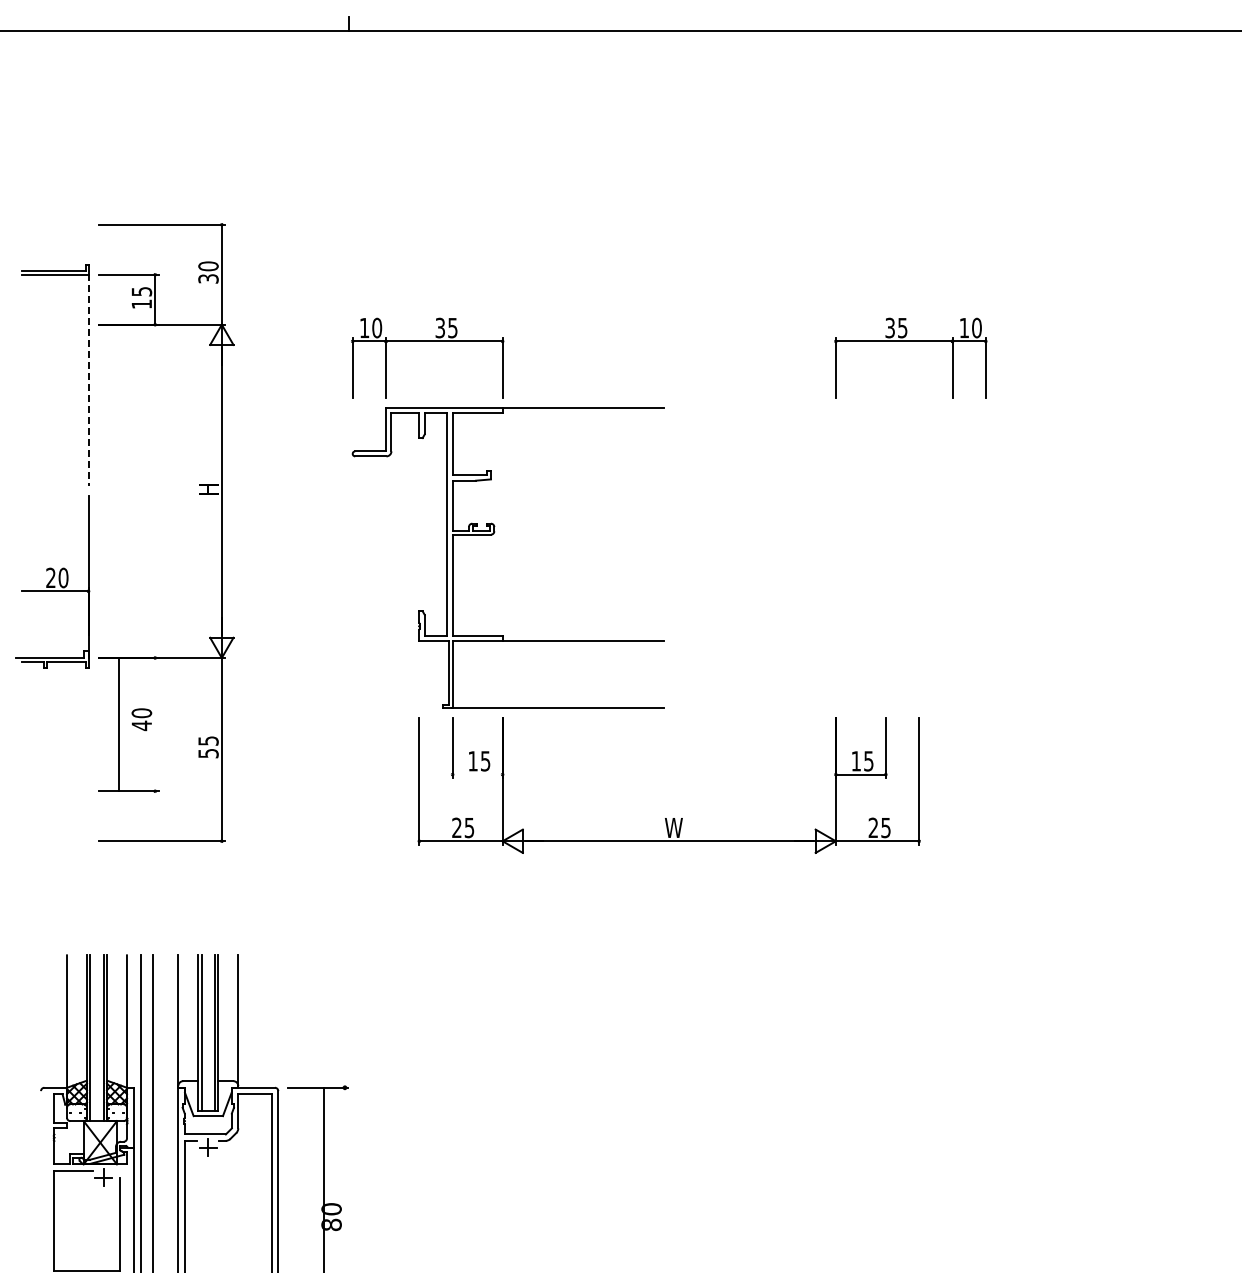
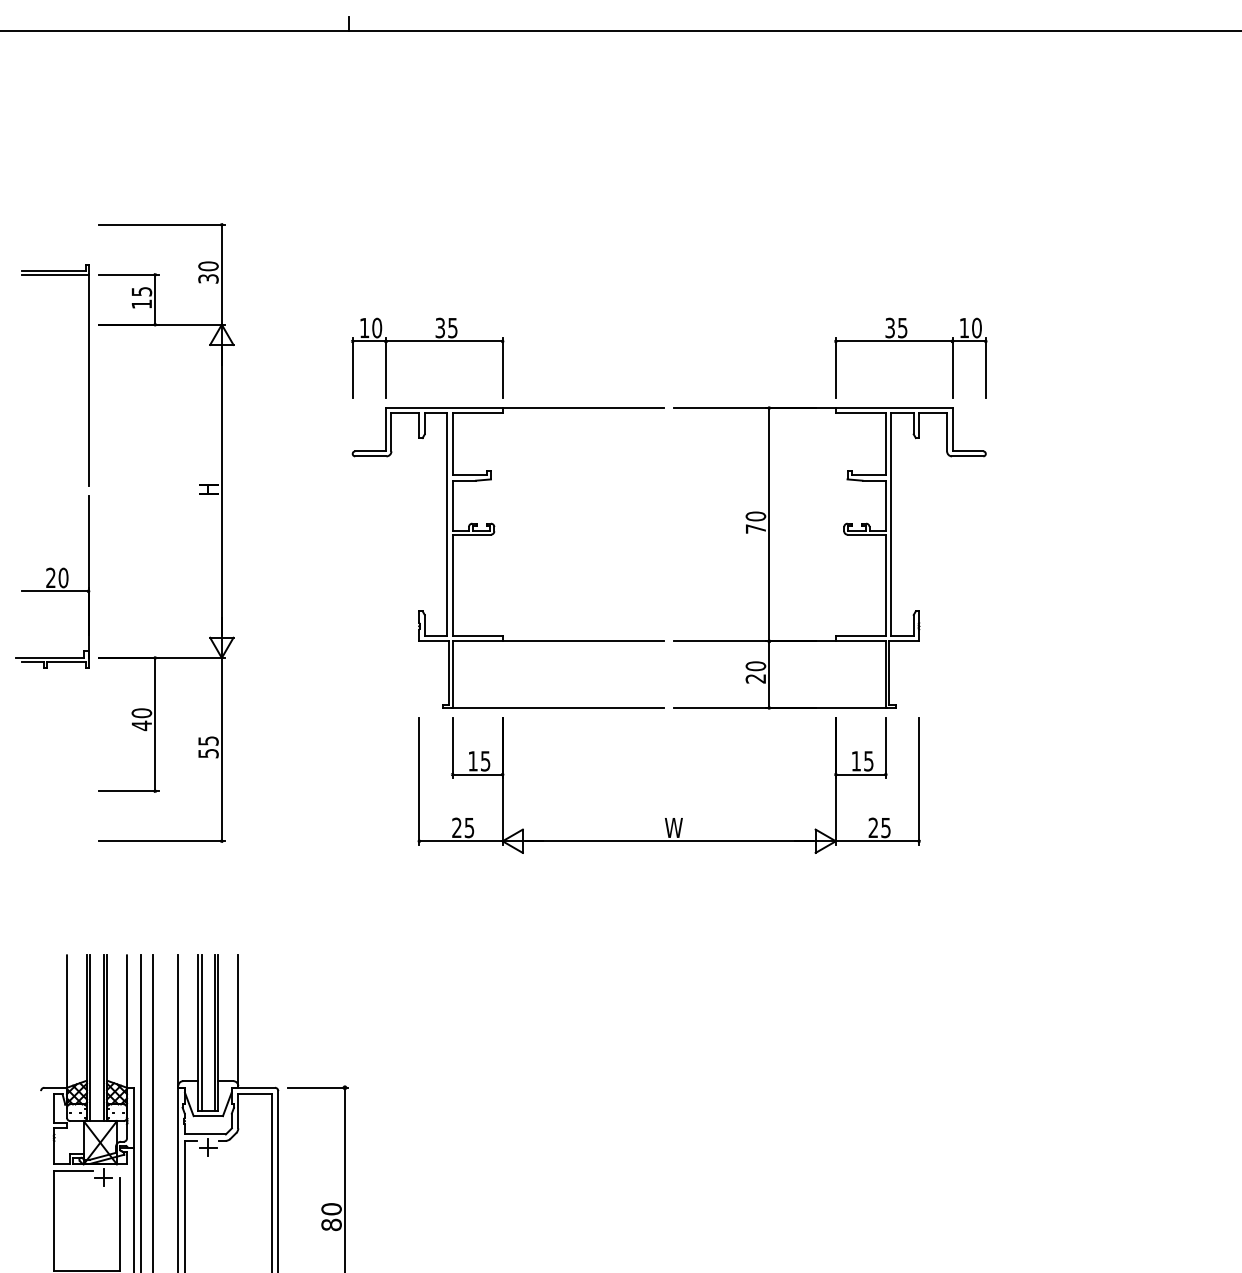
line at (88, 380): dashed -> solid
part at (829, 557): none -> present
line at (119, 724) position: (119, 724) -> (155, 724)
line at (477, 774): none -> present
line at (323, 1178) position: (323, 1178) -> (344, 1178)
